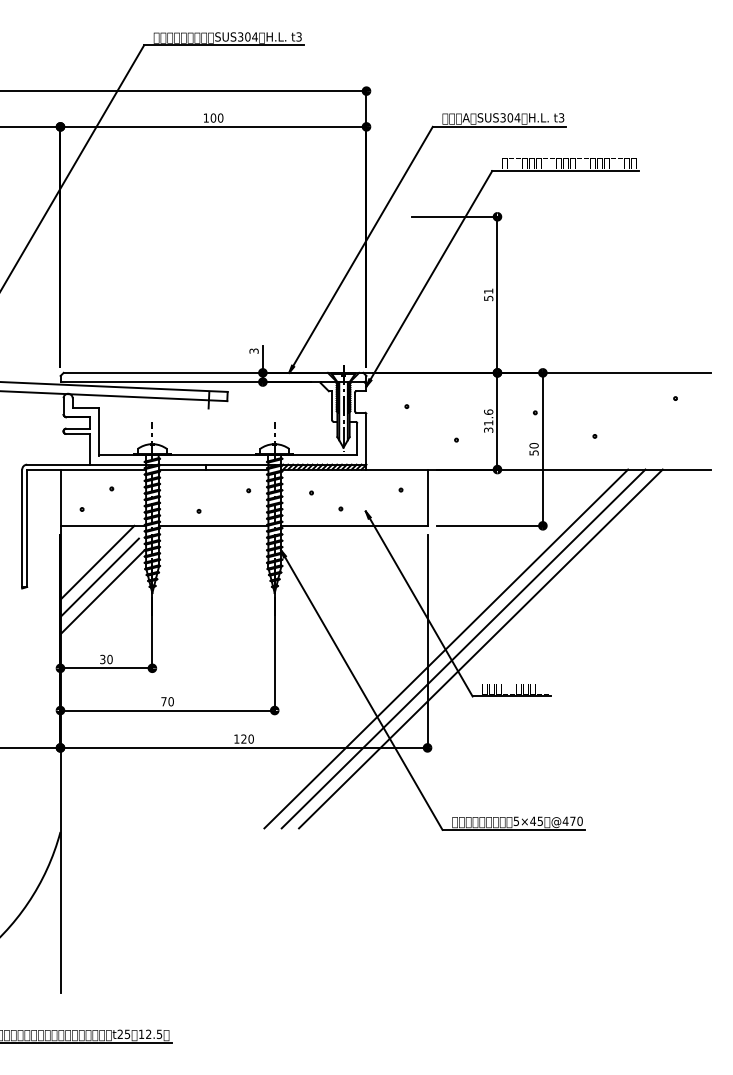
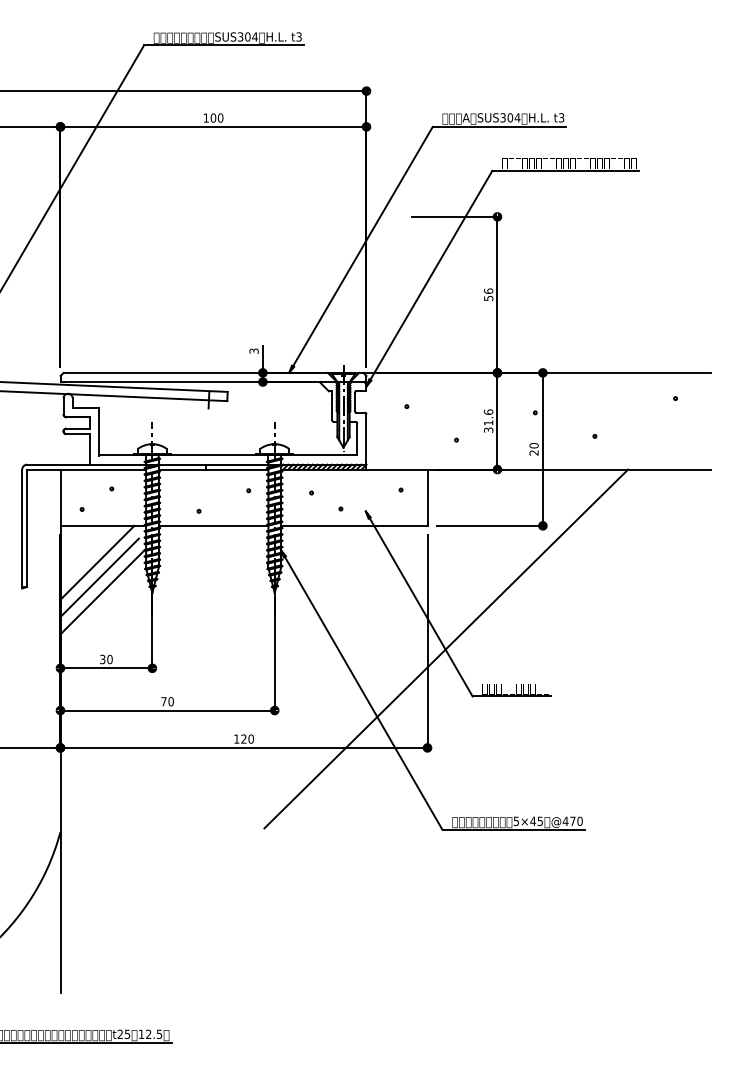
text at (488, 290): 51 -> 56
text at (533, 452): 50 -> 20
line at (463, 648): present -> none
line at (480, 648): present -> none
